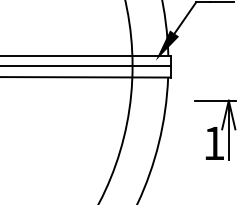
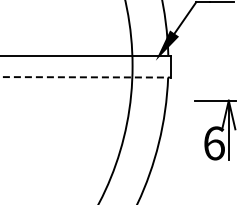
line at (86, 66): present -> none
line at (85, 77): solid -> dashed
text at (214, 143): 1 -> 6
